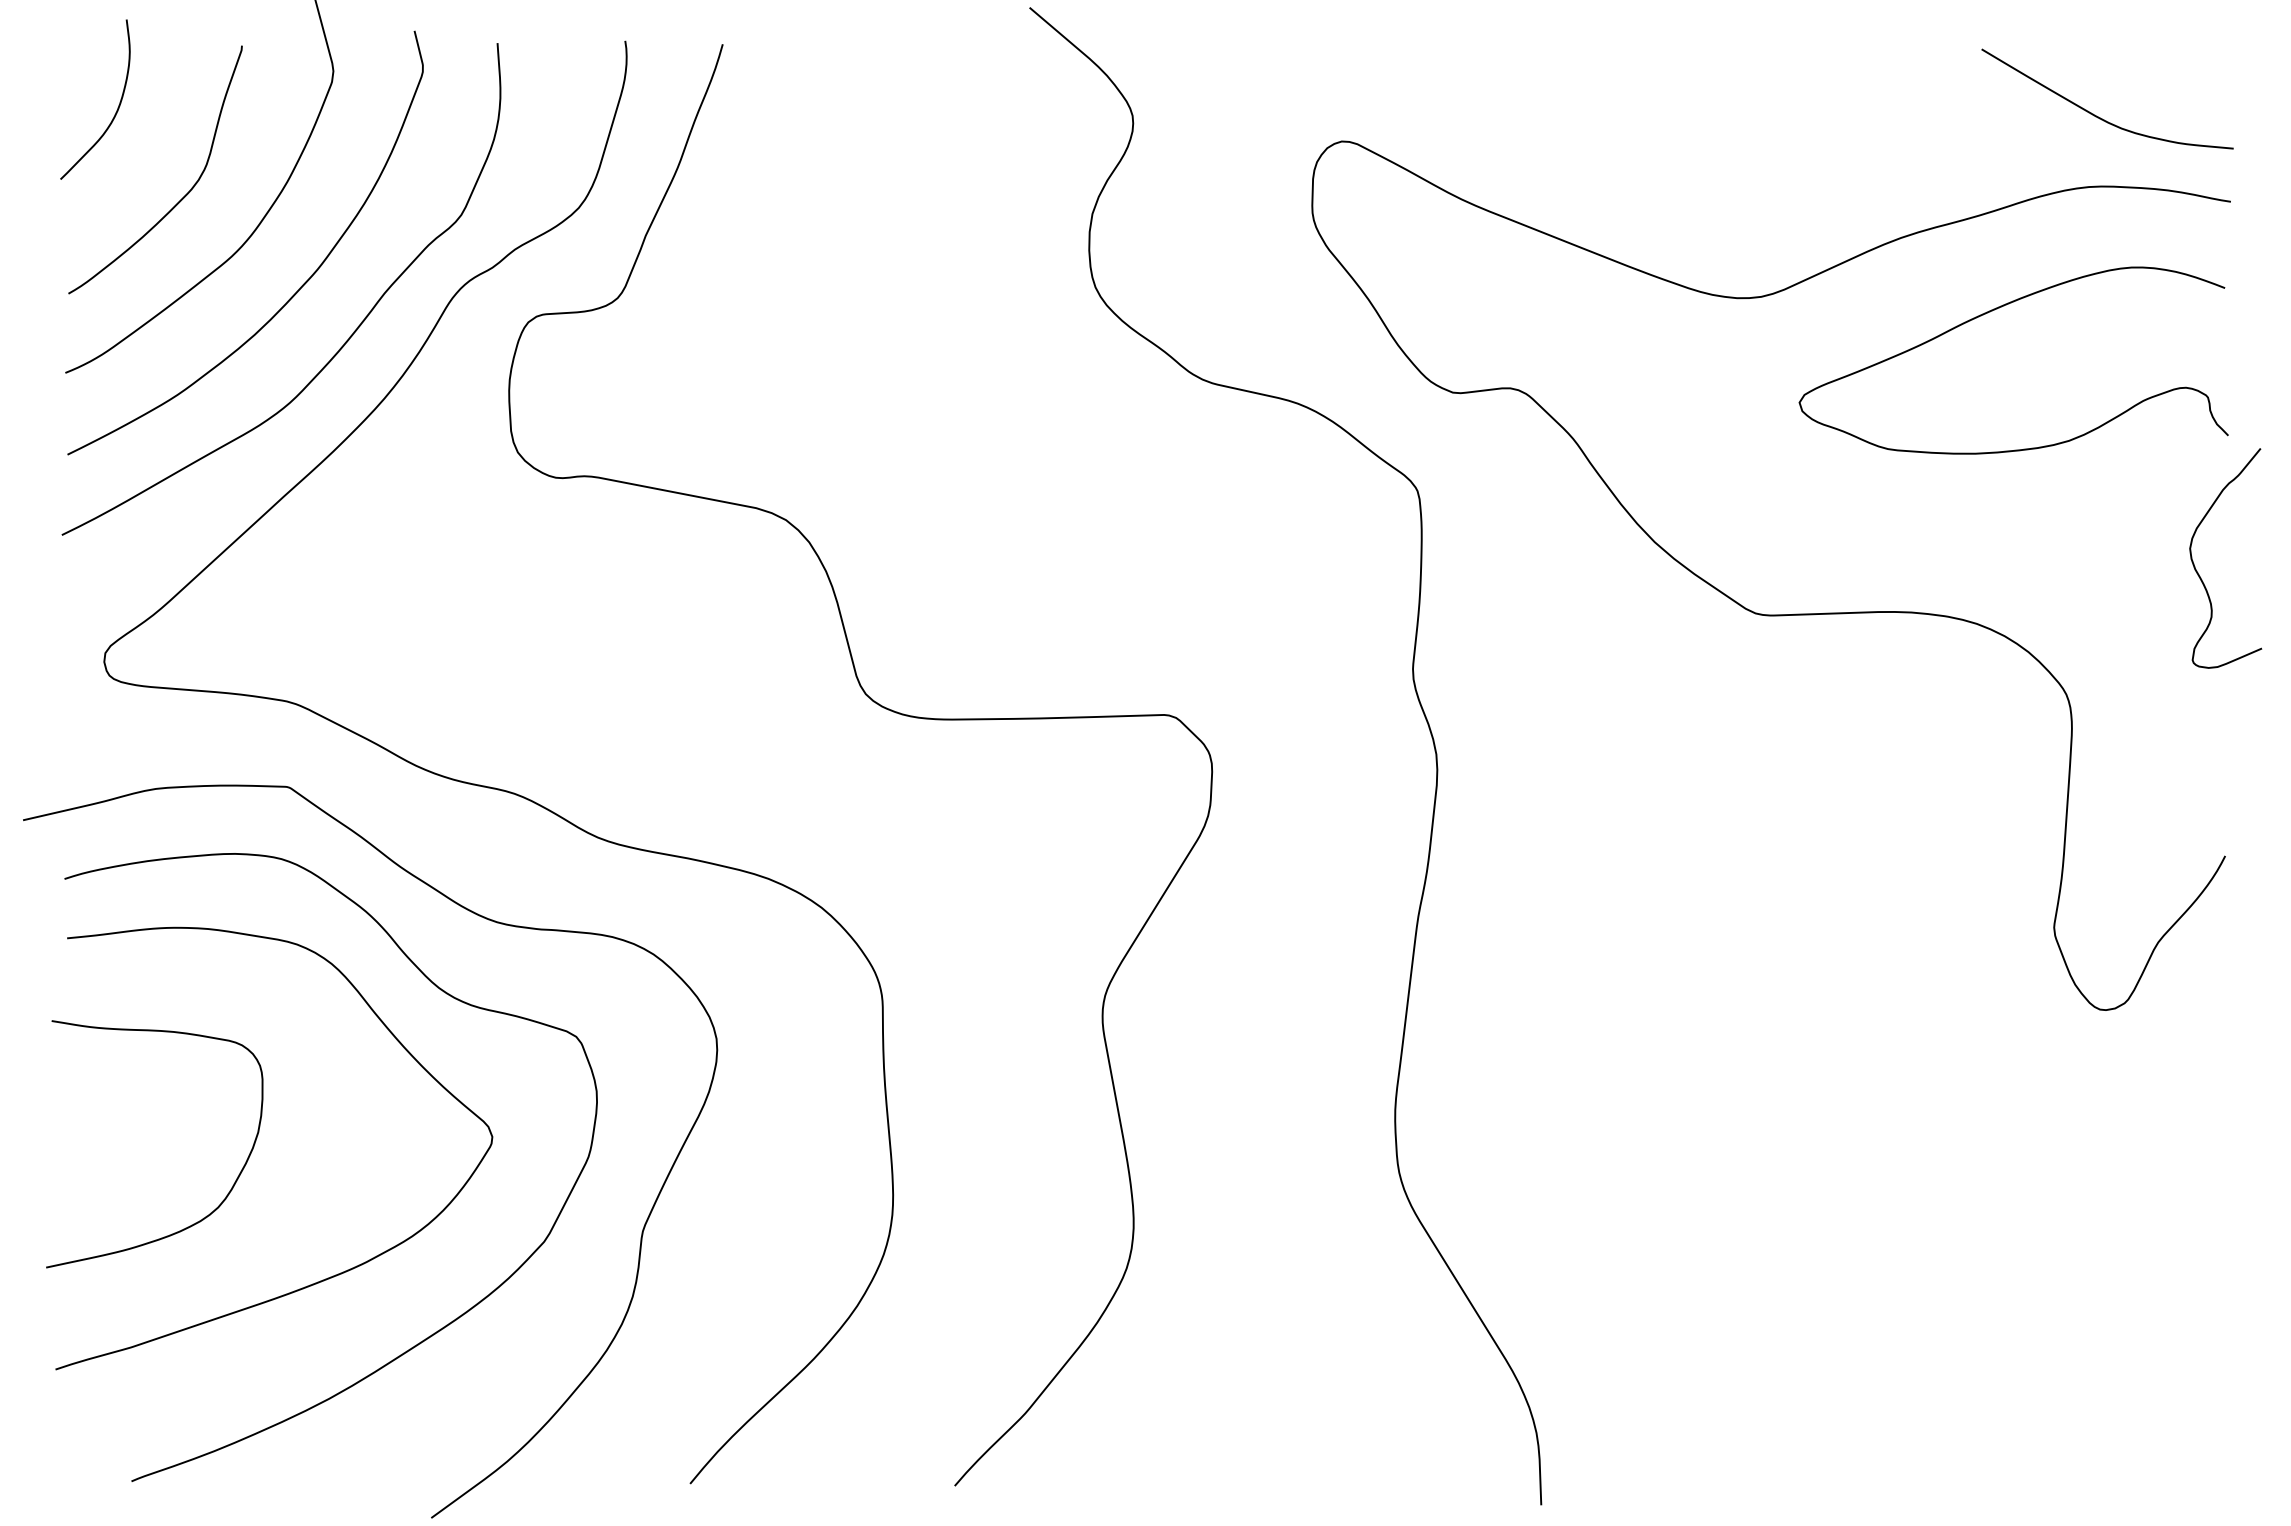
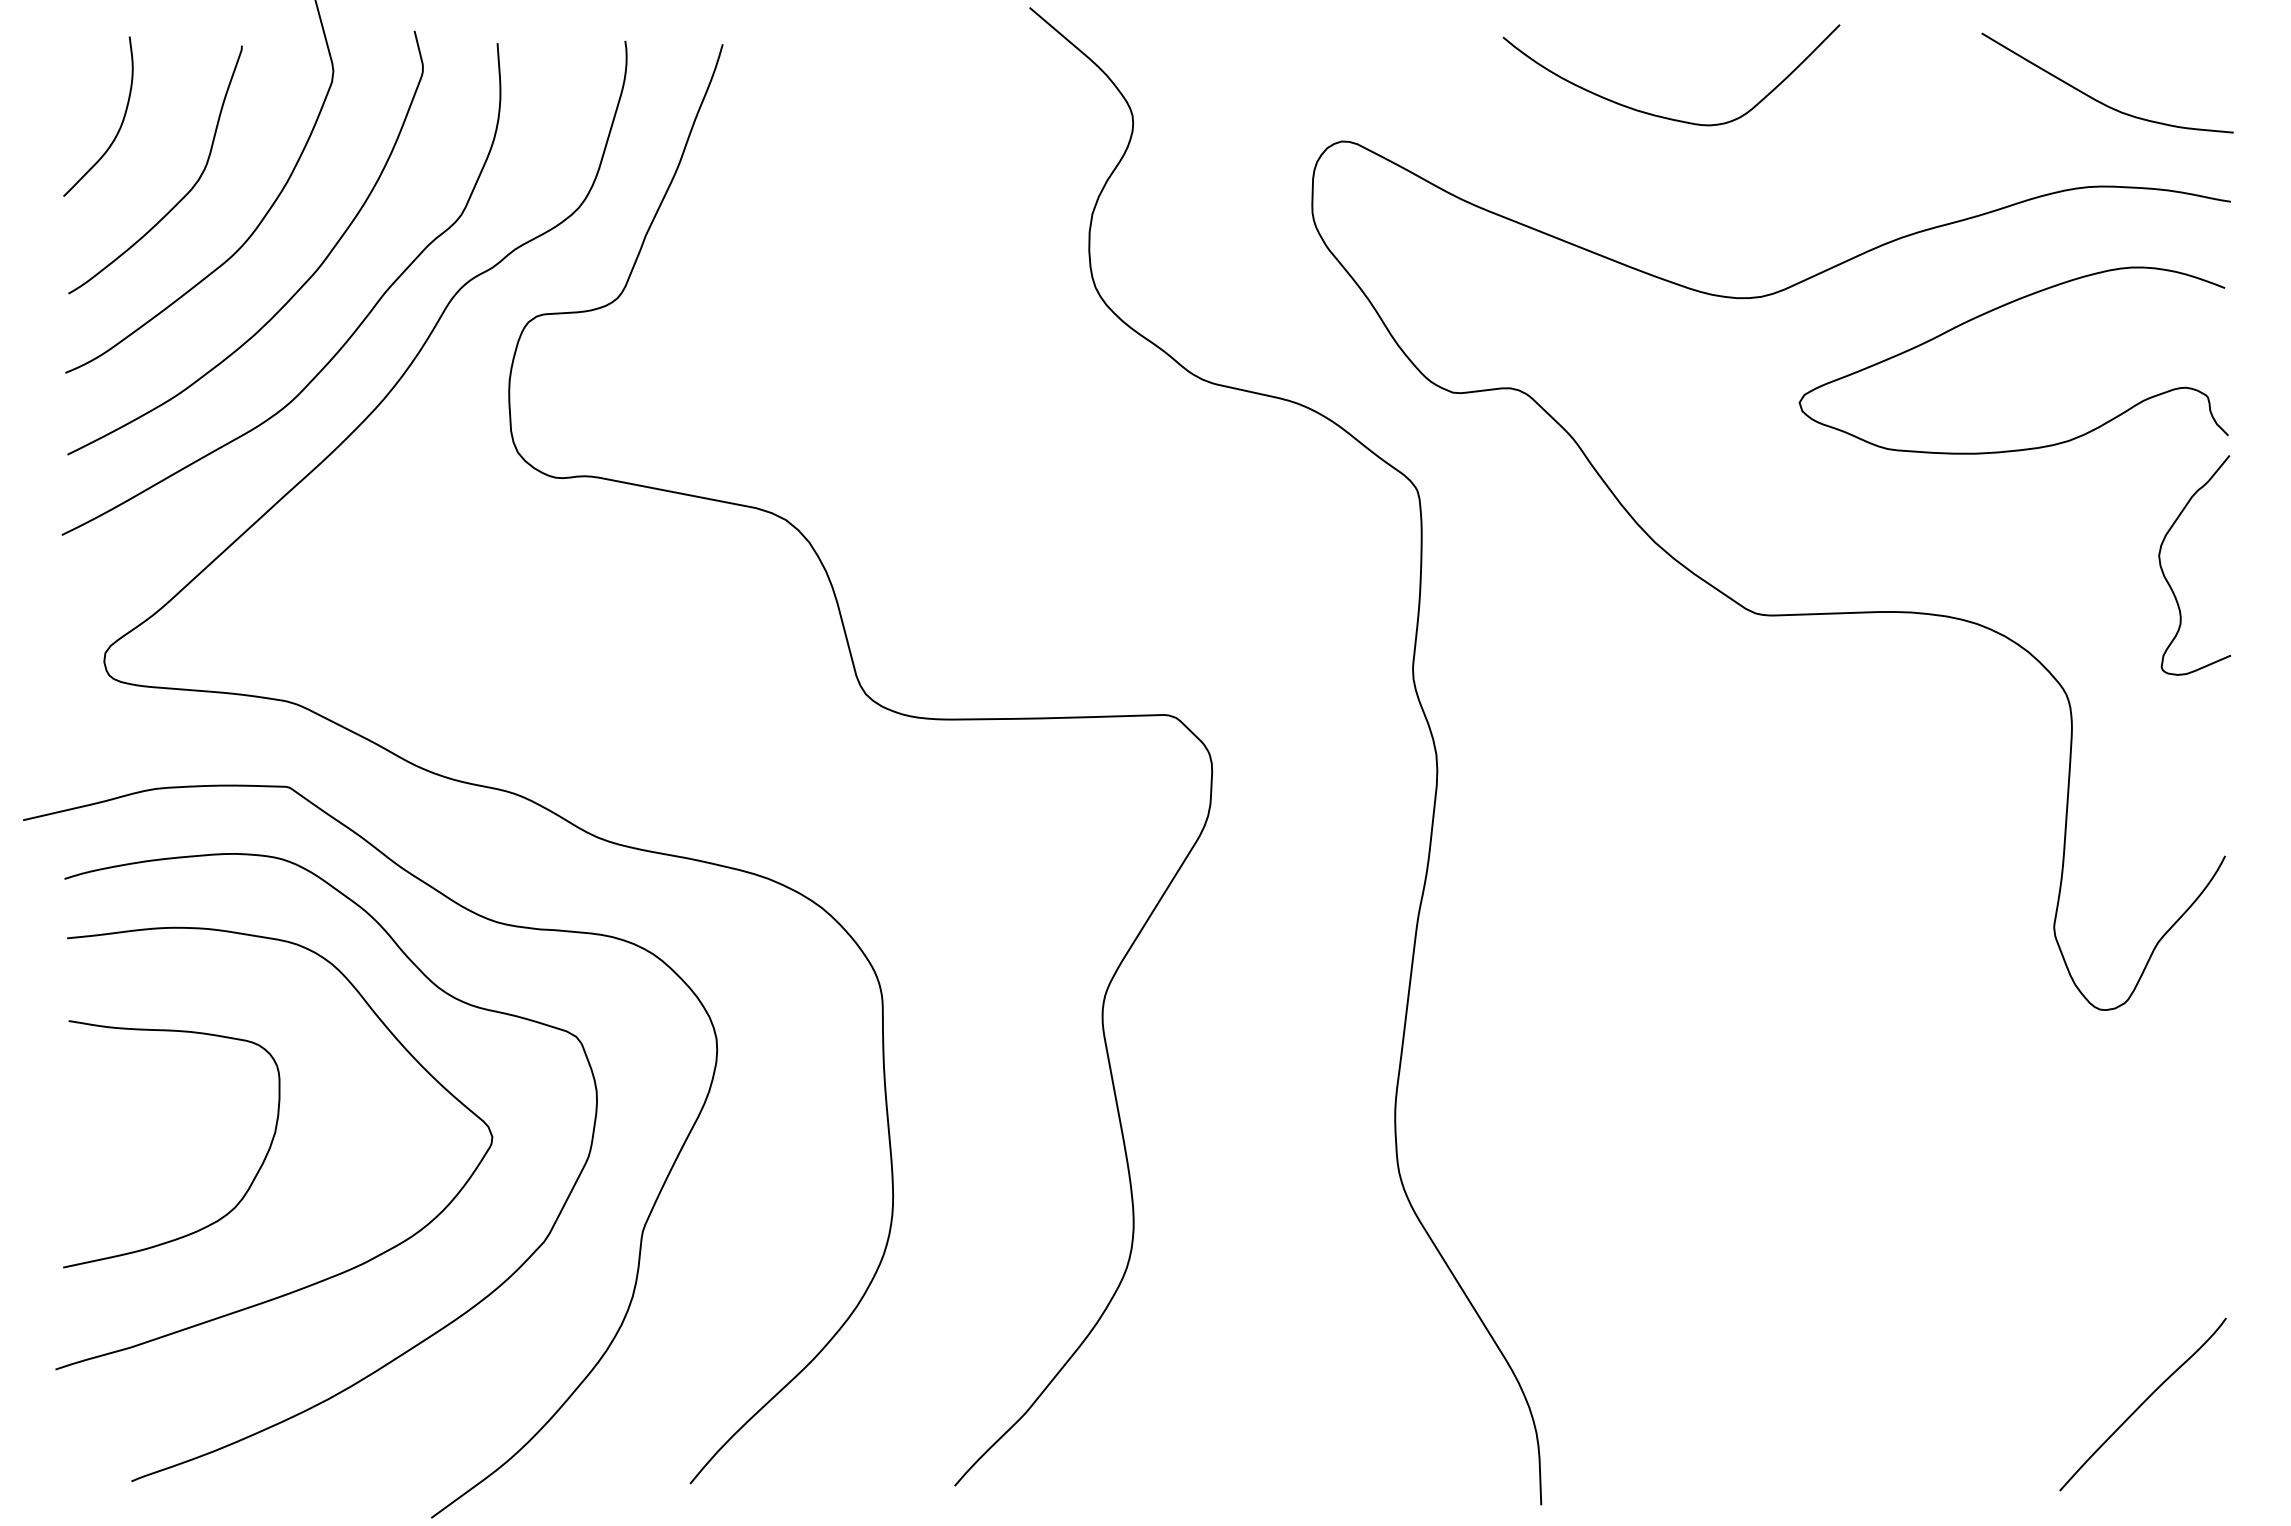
curve at (117, 107) position: (117, 107) -> (120, 124)
curve at (1660, 115): none -> present
curve at (2098, 116) position: (2098, 116) -> (2098, 100)
curve at (2198, 572) position: (2198, 572) -> (2167, 579)
curve at (227, 1193) position: (227, 1193) -> (244, 1193)
curve at (2142, 1404): none -> present
